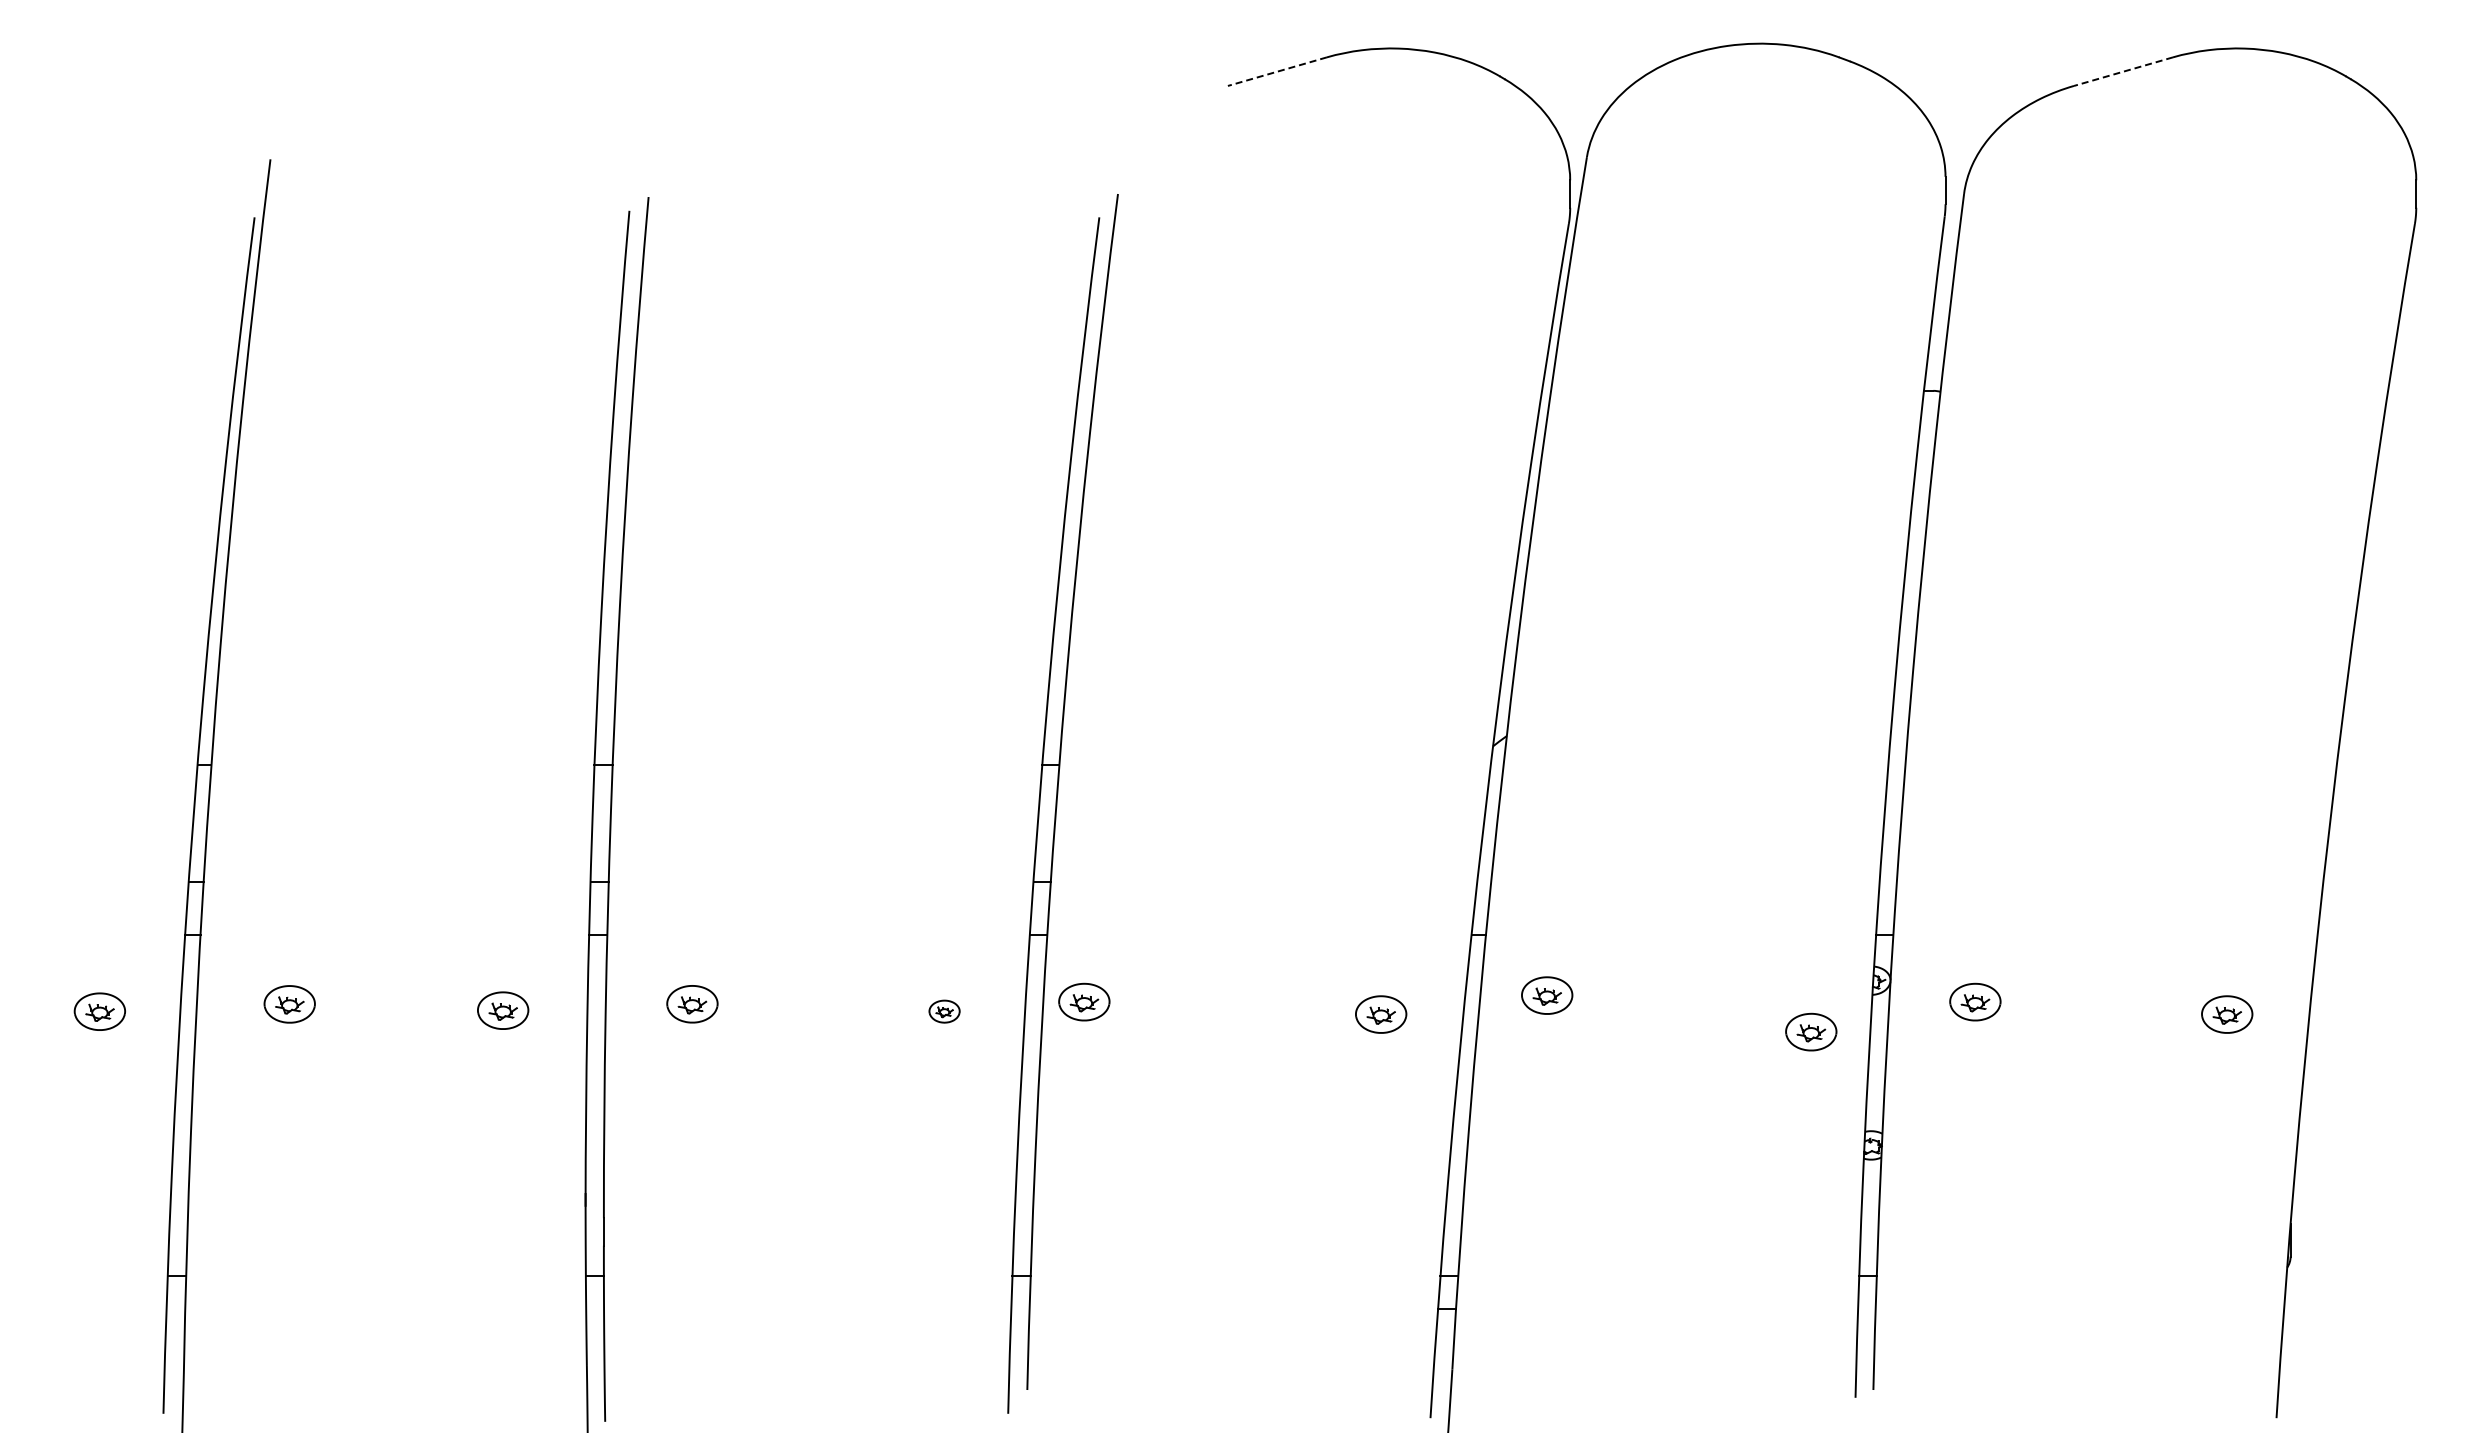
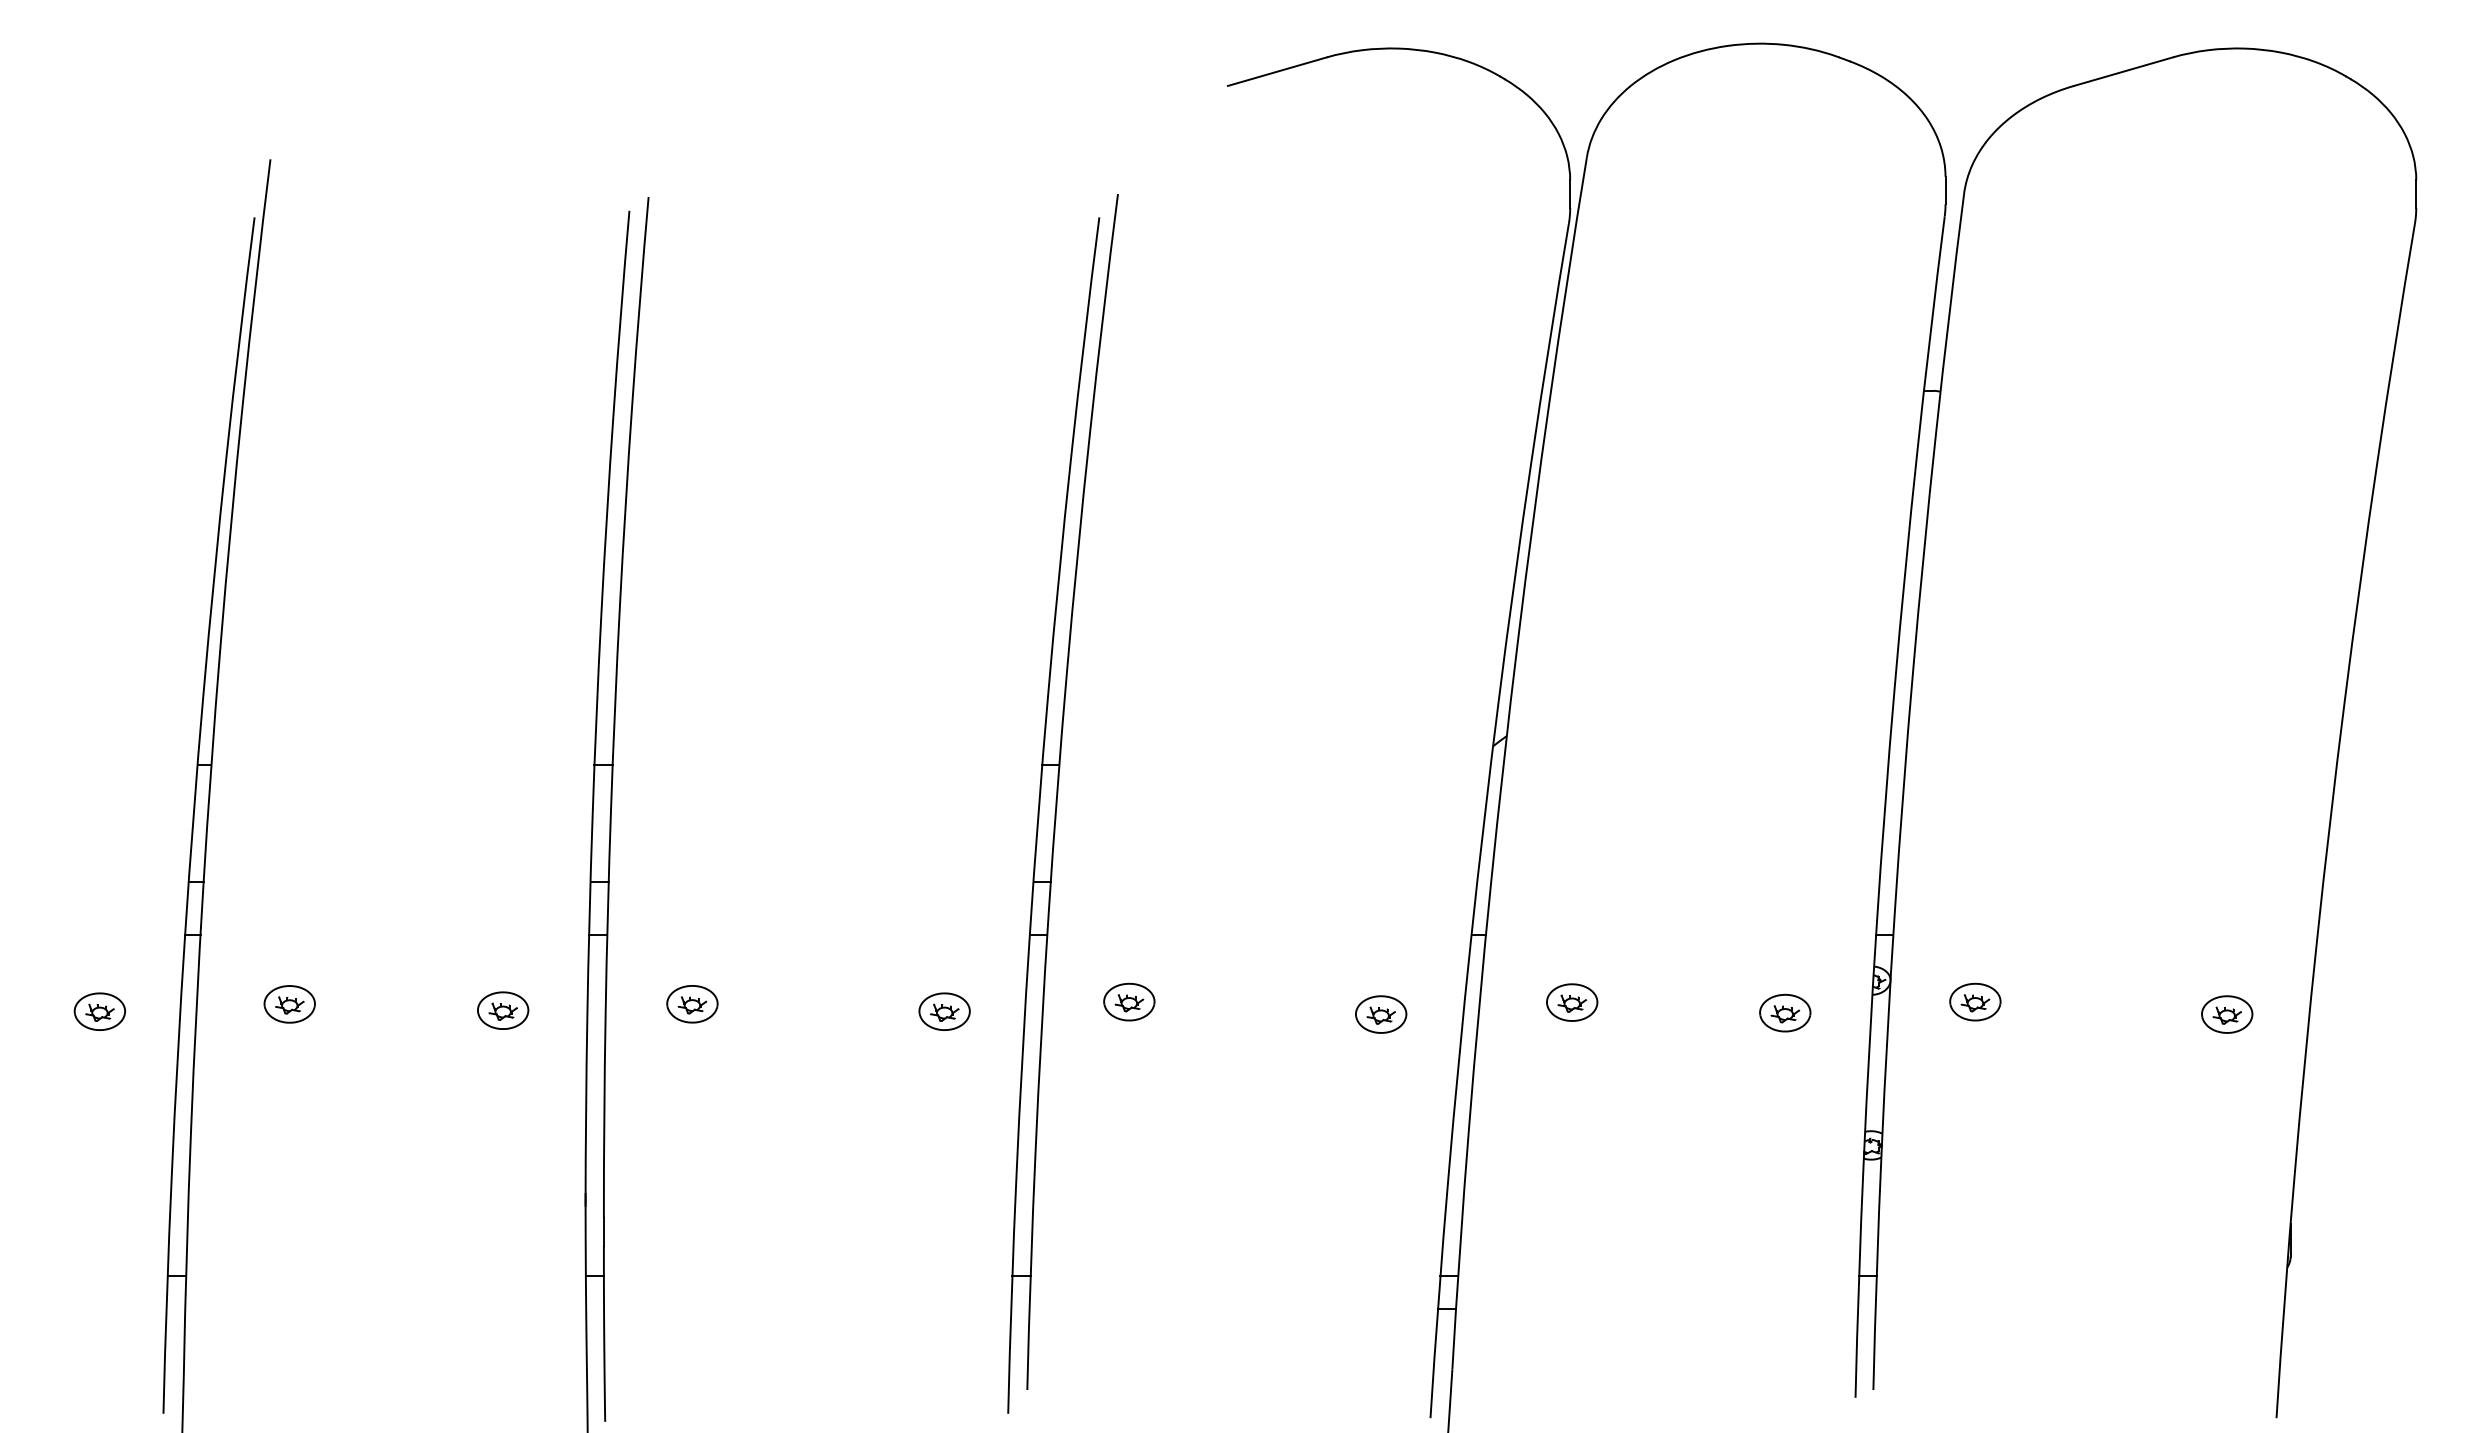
line at (1277, 71): dashed -> solid
line at (2123, 71): dashed -> solid
part at (1547, 995) position: (1547, 995) -> (1572, 1002)
part at (1084, 1001) position: (1084, 1001) -> (1129, 1001)
part at (944, 1011) size: 33x25 px -> 53x39 px
part at (1811, 1031) position: (1811, 1031) -> (1785, 1012)
